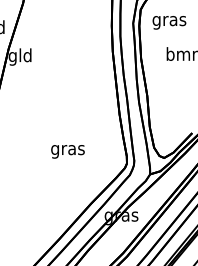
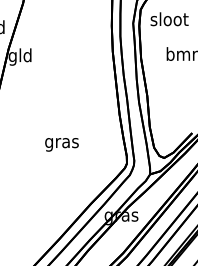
text at (169, 20): gras -> sloot
text at (67, 151) position: (67, 151) -> (61, 144)
